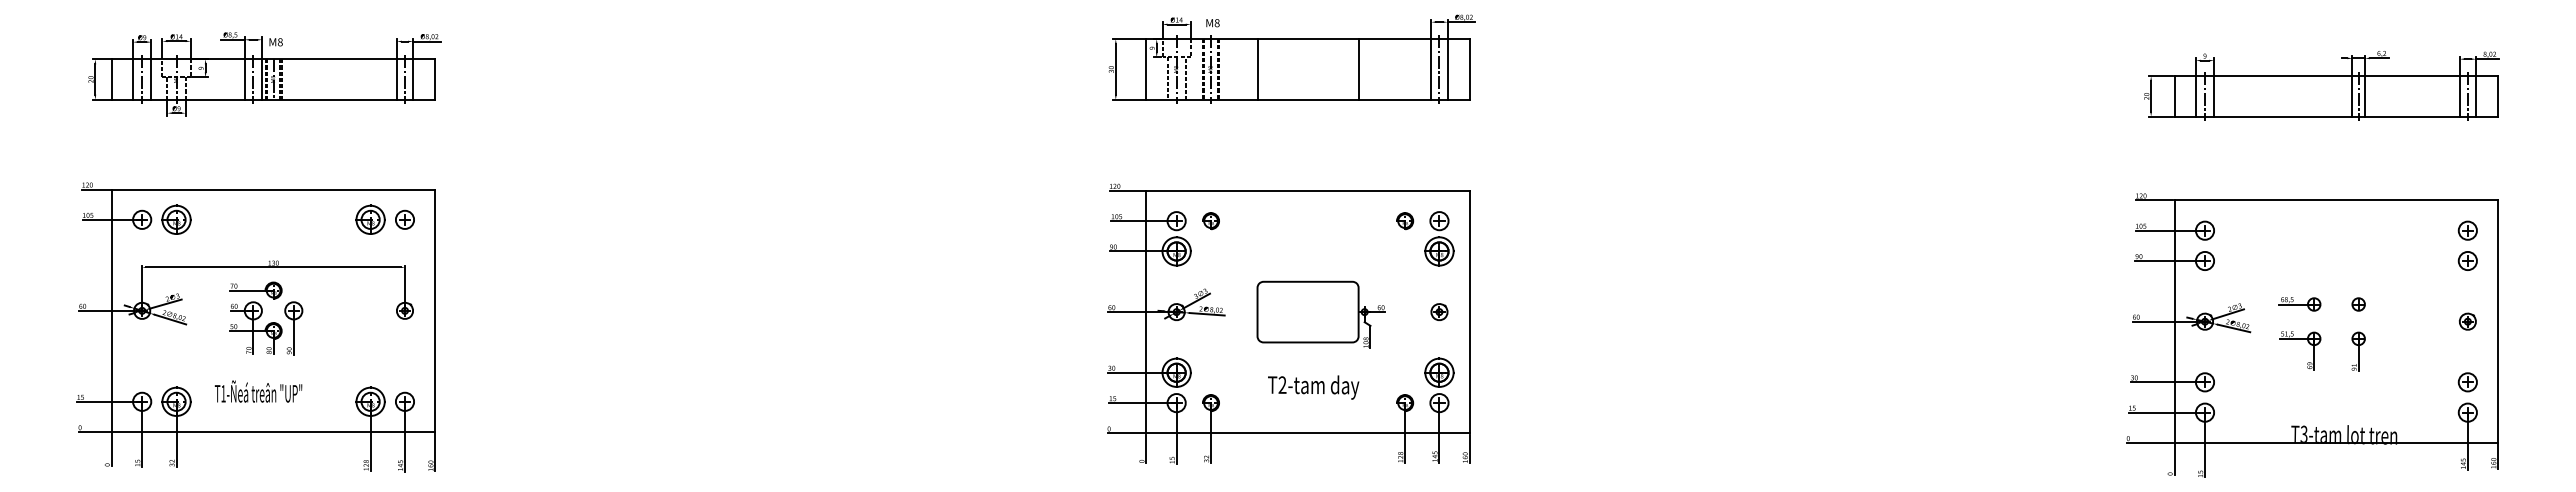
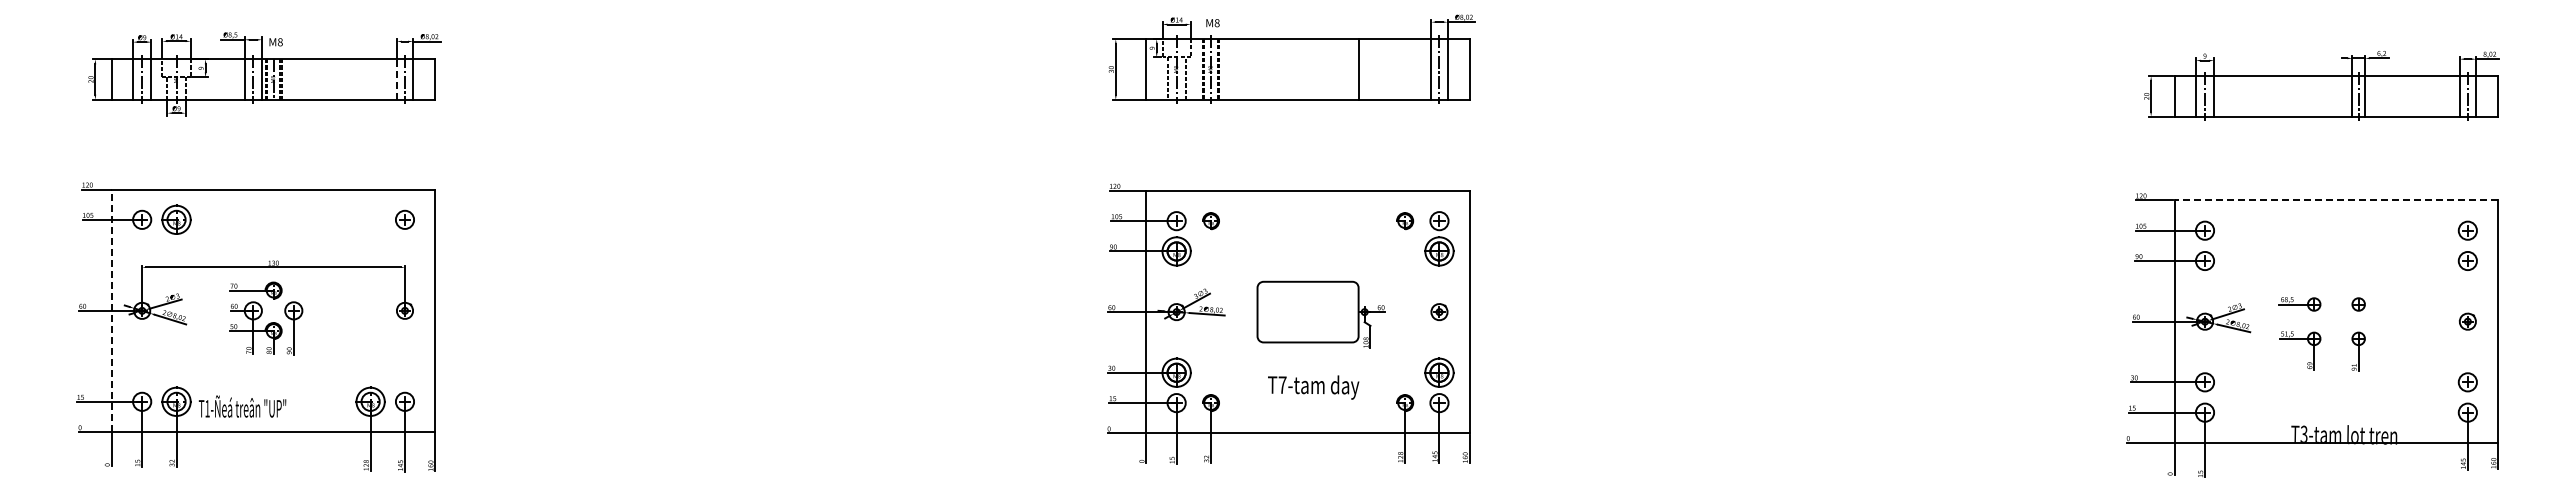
line at (1257, 69): present -> none
line at (396, 79): solid -> dashed
line at (2336, 200): solid -> dashed
part at (370, 219): present -> none
line at (111, 310): solid -> dashed
text at (1282, 384): T2-tam -> T7-tam
text at (258, 391) position: (258, 391) -> (242, 406)
